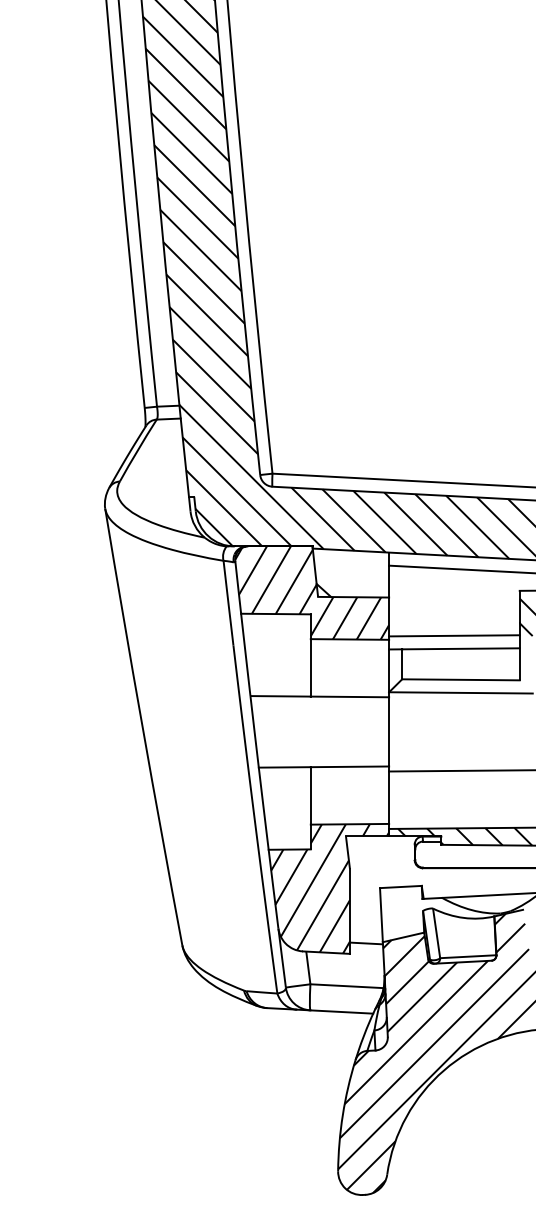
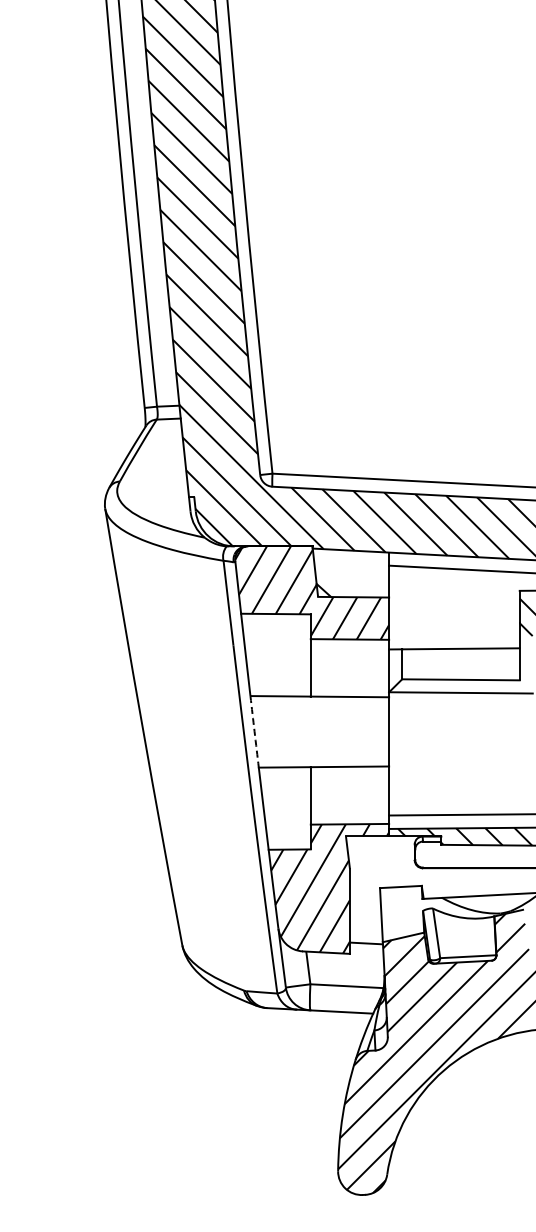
line at (454, 635): present -> none
arc at (254, 731): solid -> dashed
line at (460, 770) position: (460, 770) -> (460, 814)
